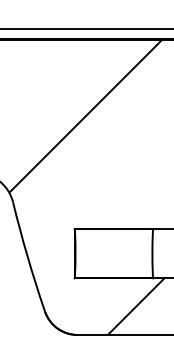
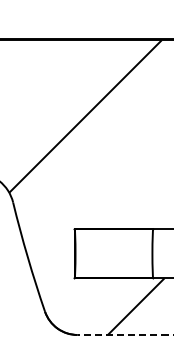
line at (86, 28): present -> none
line at (125, 334): solid -> dashed
